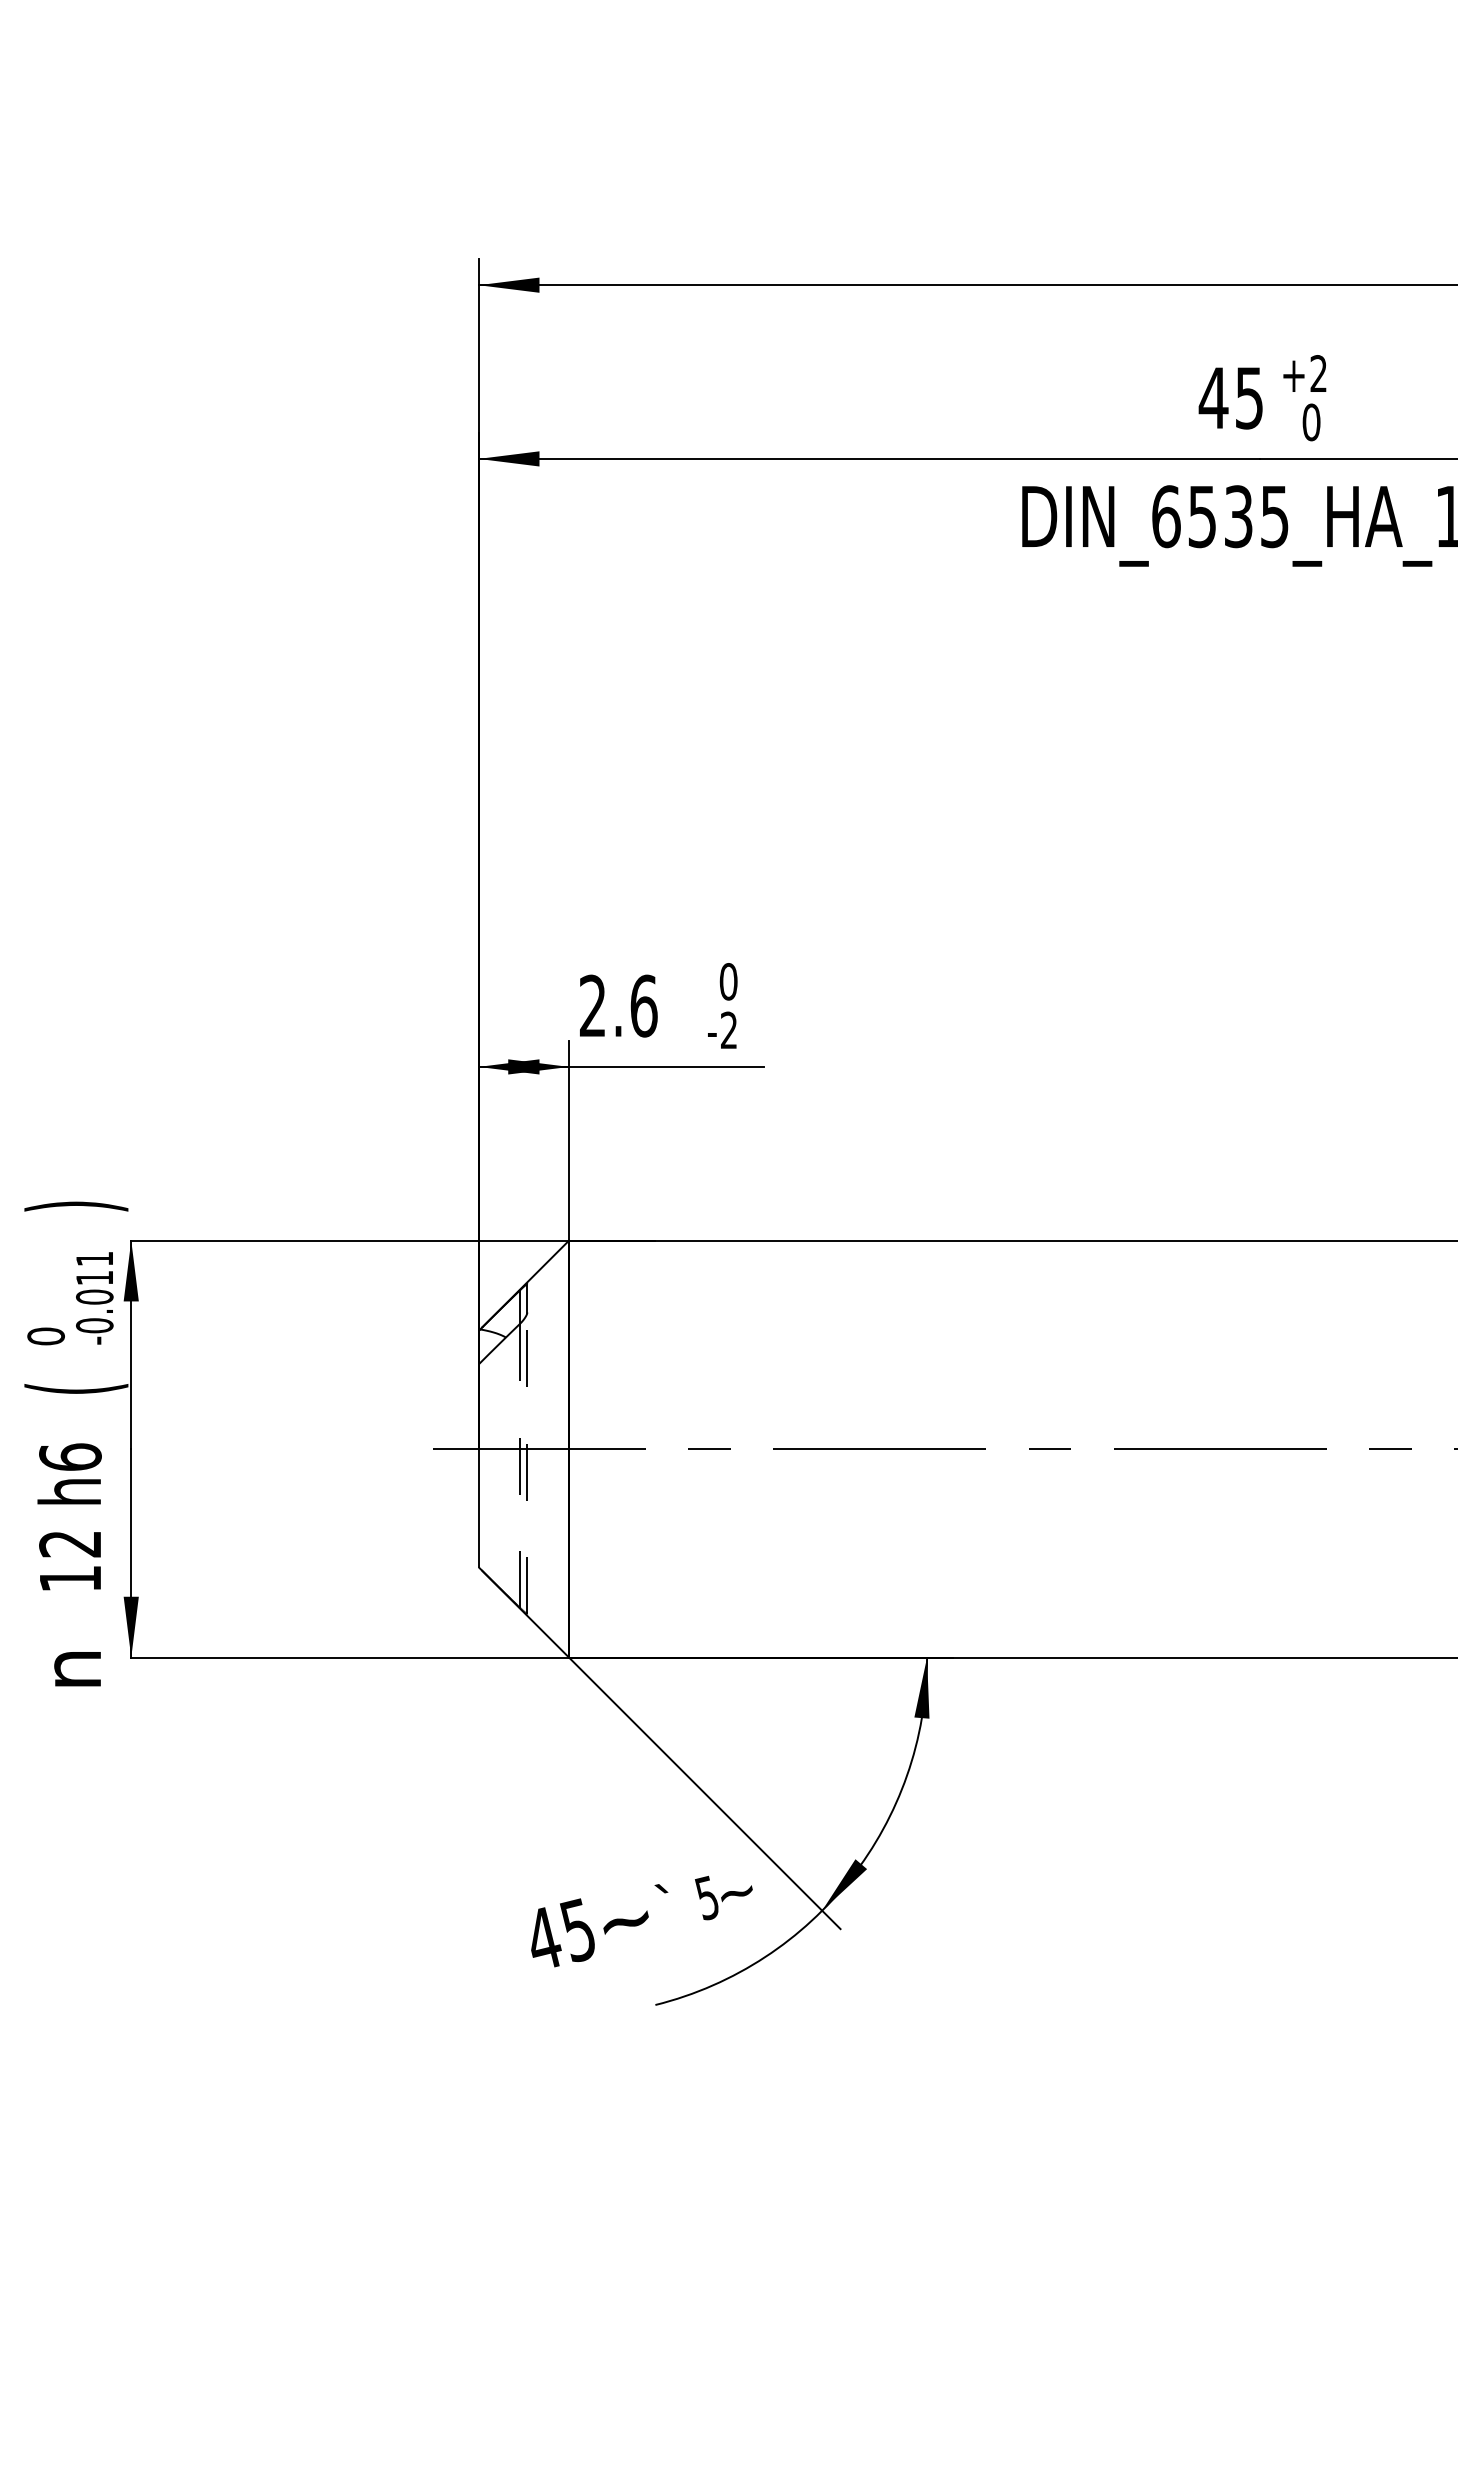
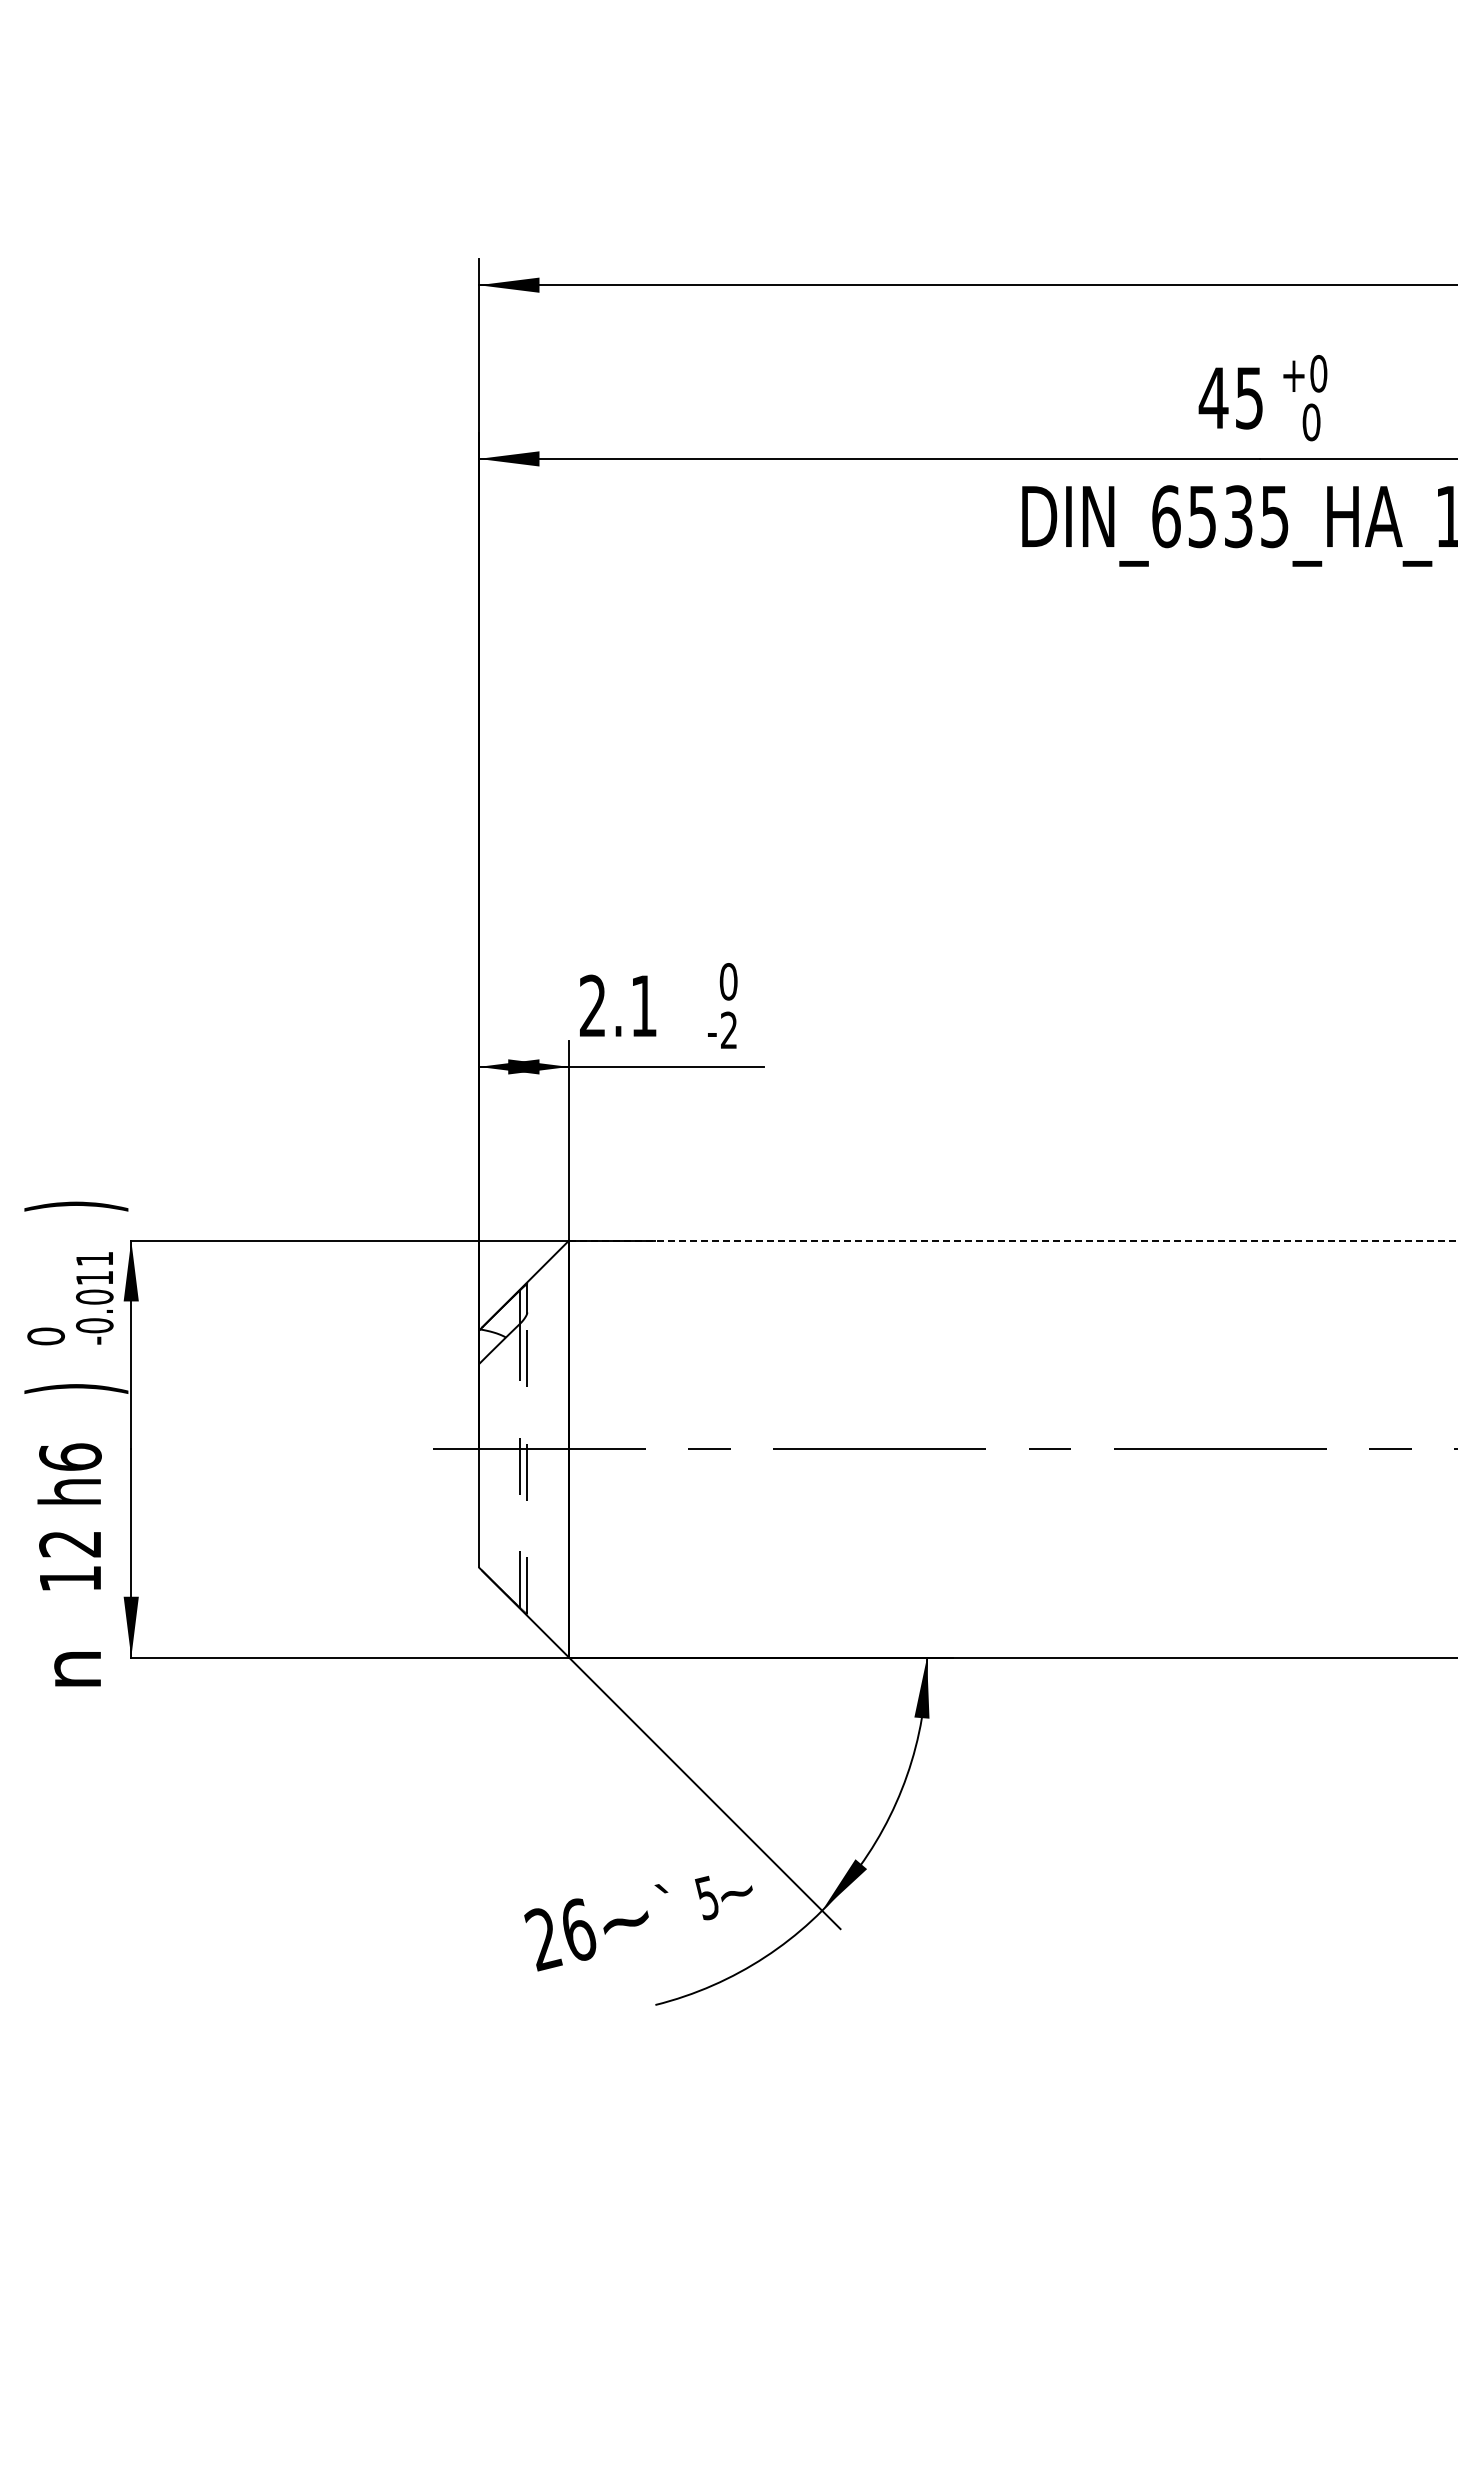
text at (1318, 373): +2 -> +0
text at (643, 1005): 2.6 -> 2.1
line at (1013, 1240): solid -> dashed
text at (76, 1388): ( -> )
text at (560, 1934): 45 -> 26
